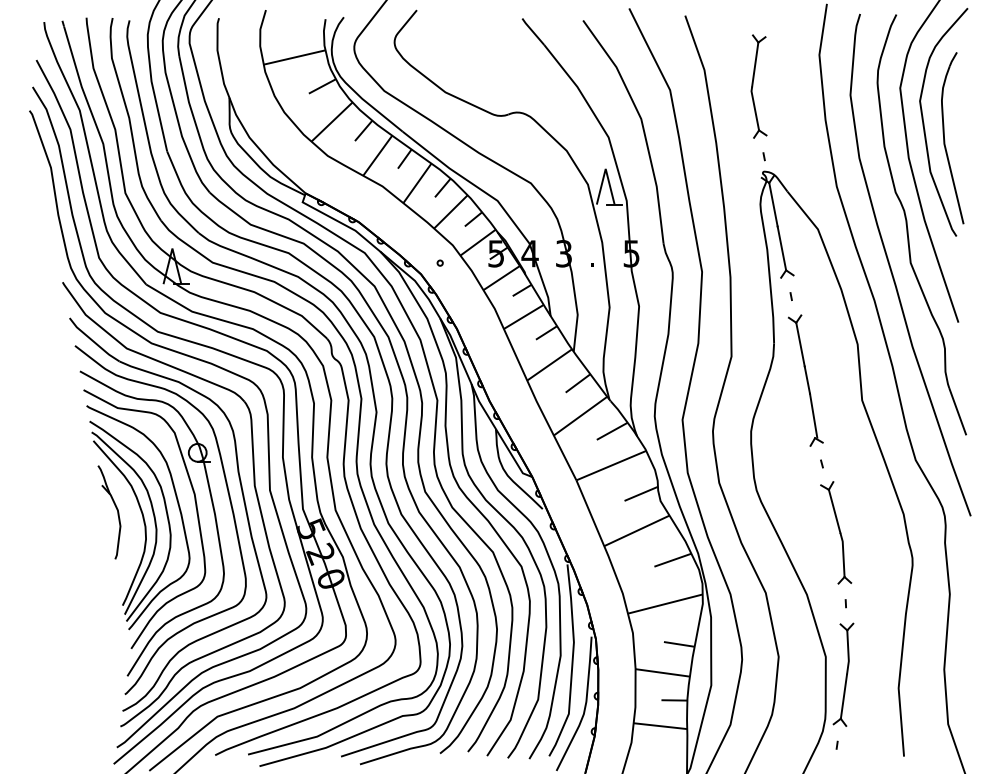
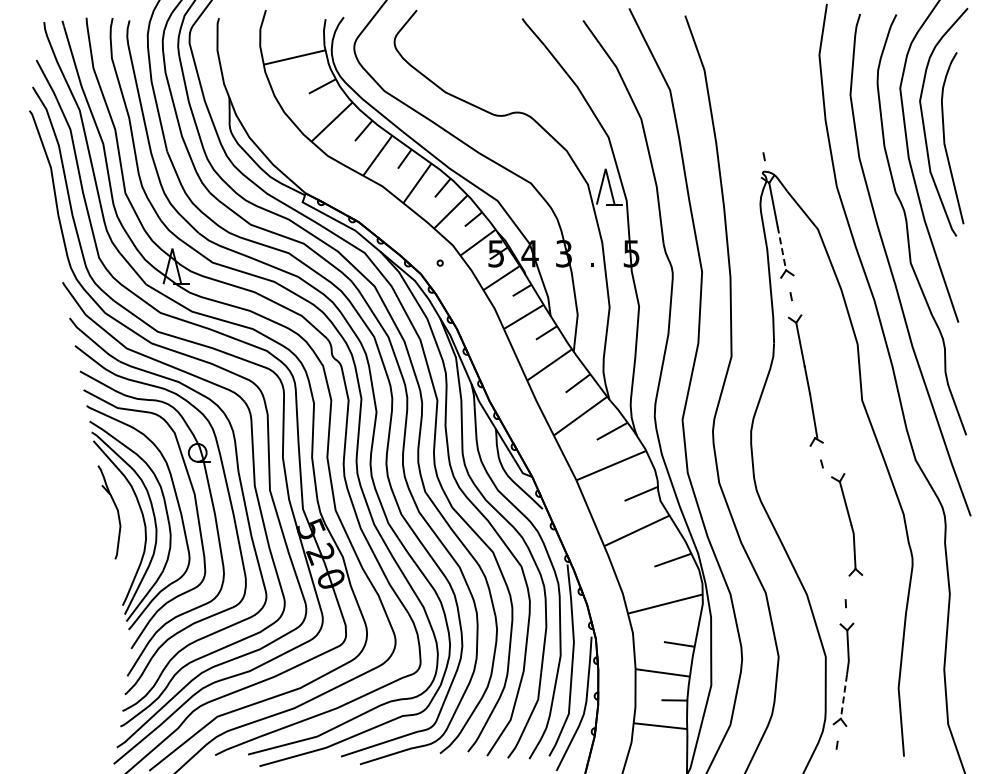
part at (758, 86): present -> none
line at (782, 248): solid -> dashed
part at (836, 532) position: (836, 532) -> (847, 524)
line at (843, 697): solid -> dashed
